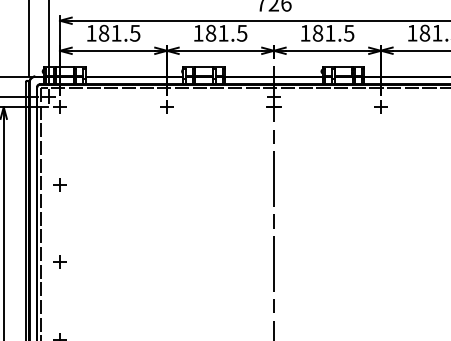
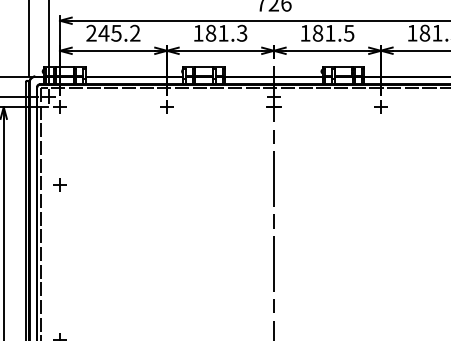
text at (113, 32): 181.5 -> 245.2
text at (242, 32): 181.5 -> 181.3
part at (59, 261): present -> none
